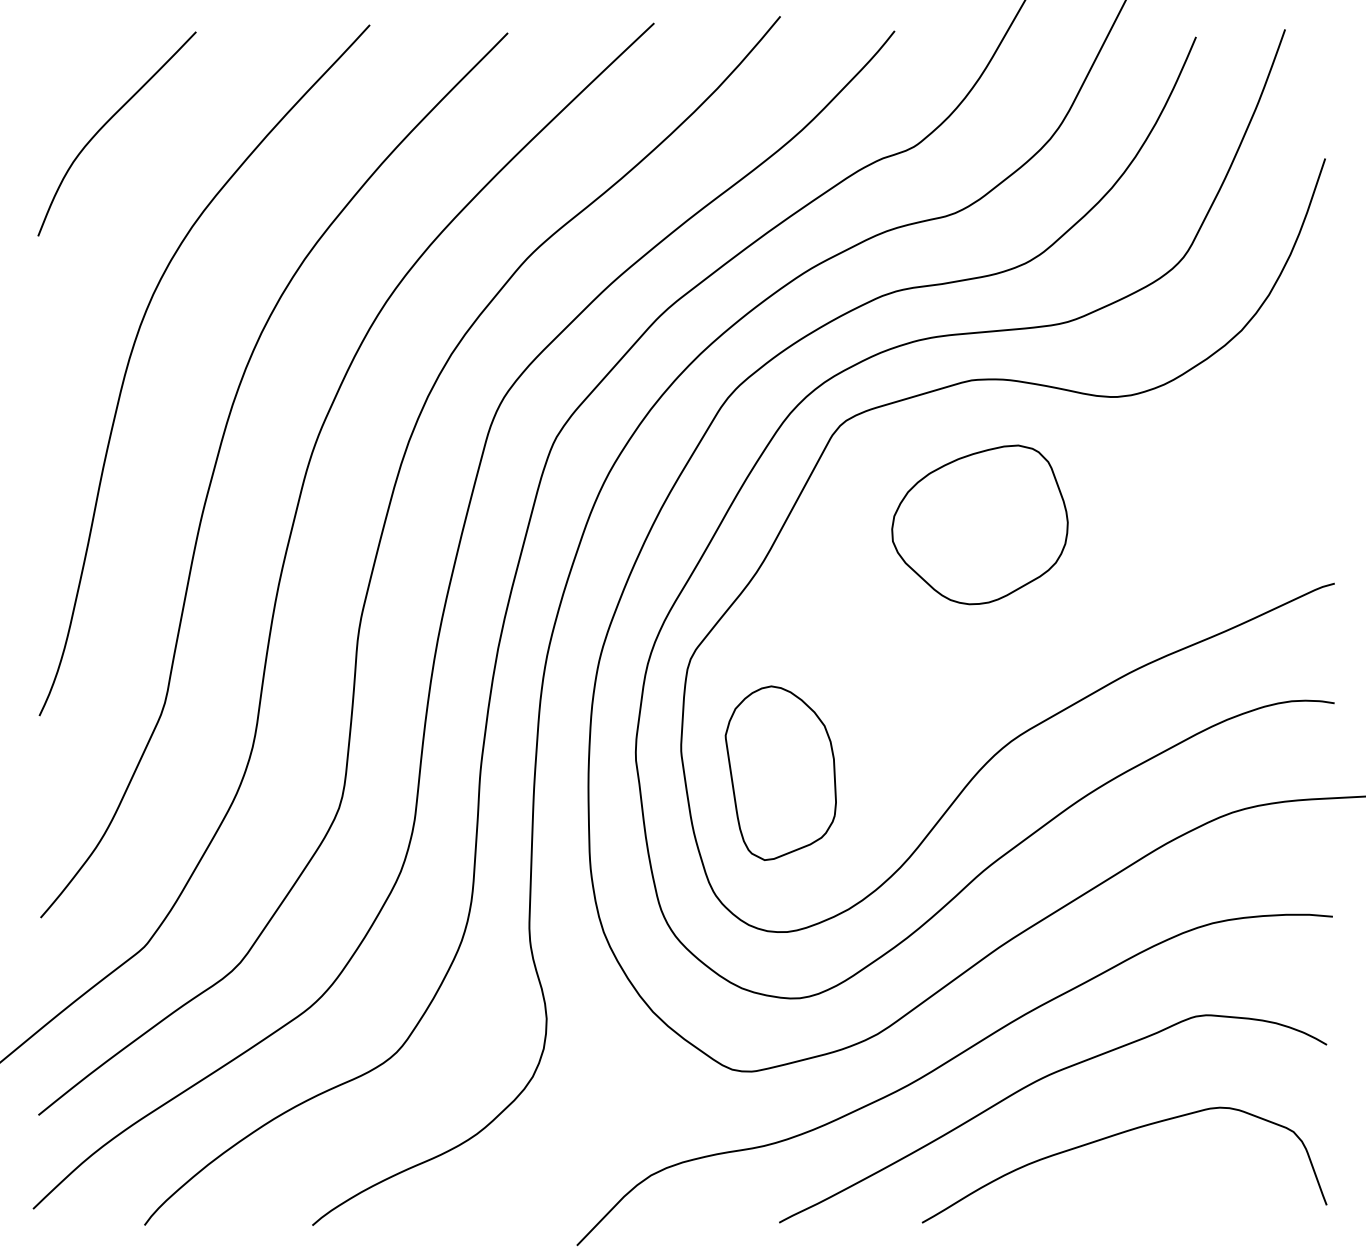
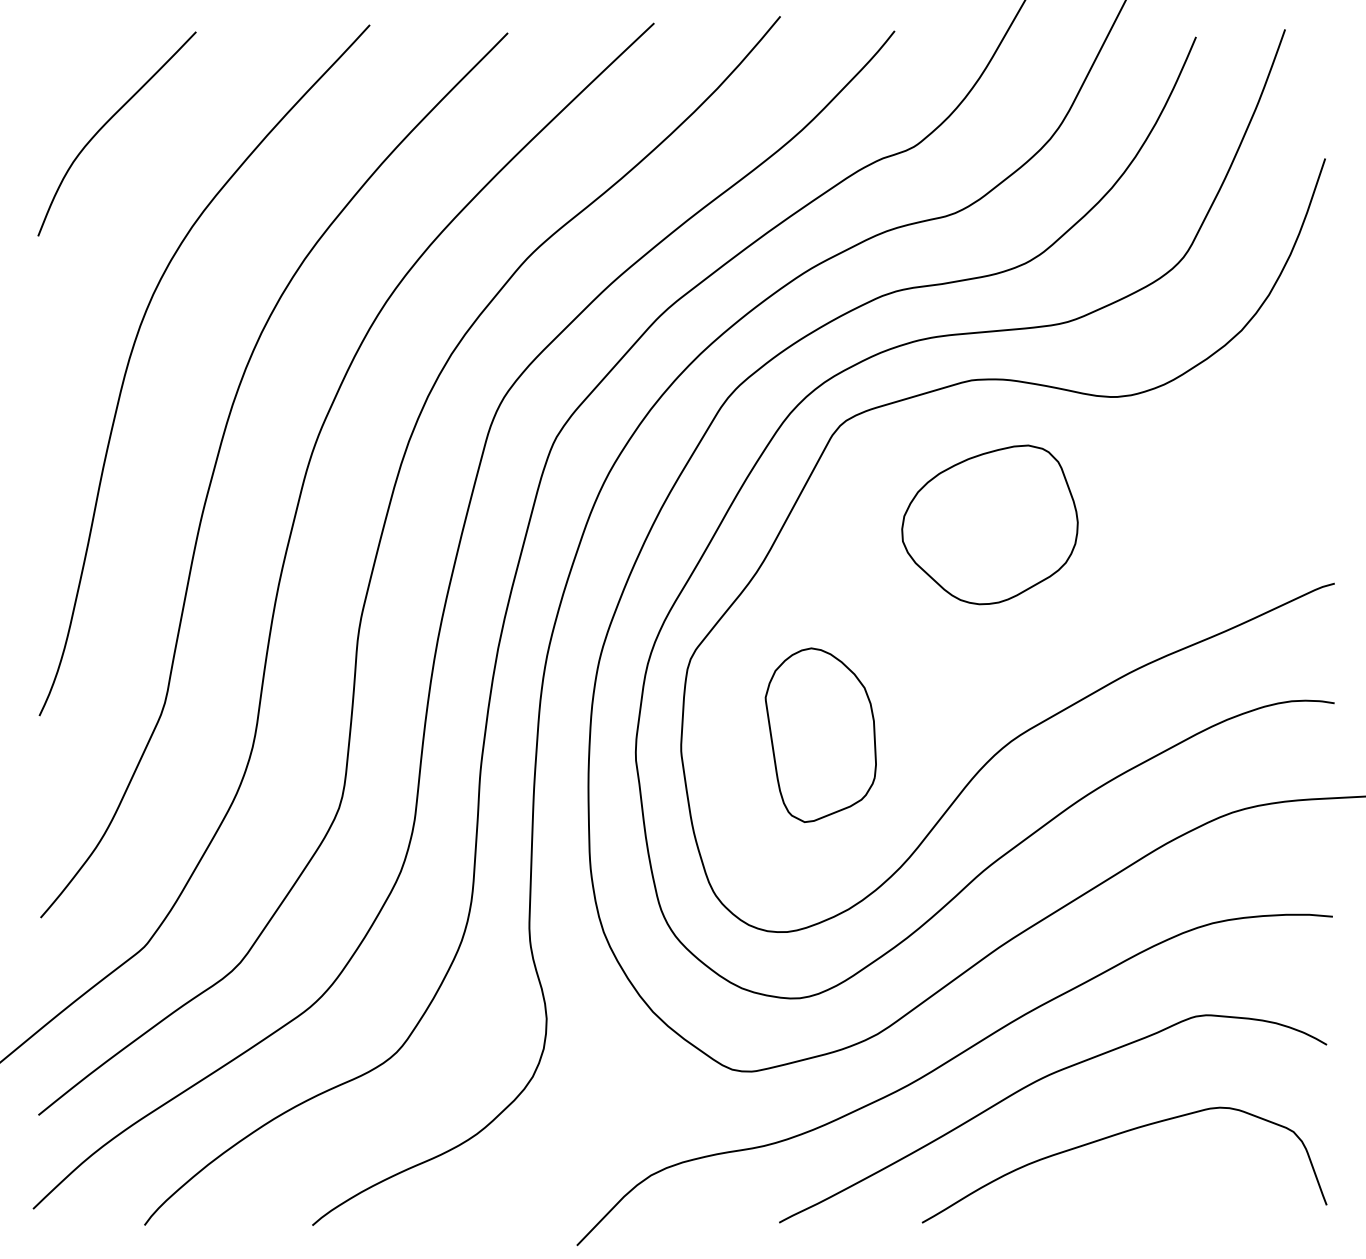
part at (979, 524) position: (979, 524) -> (989, 524)
part at (780, 772) position: (780, 772) -> (820, 734)
